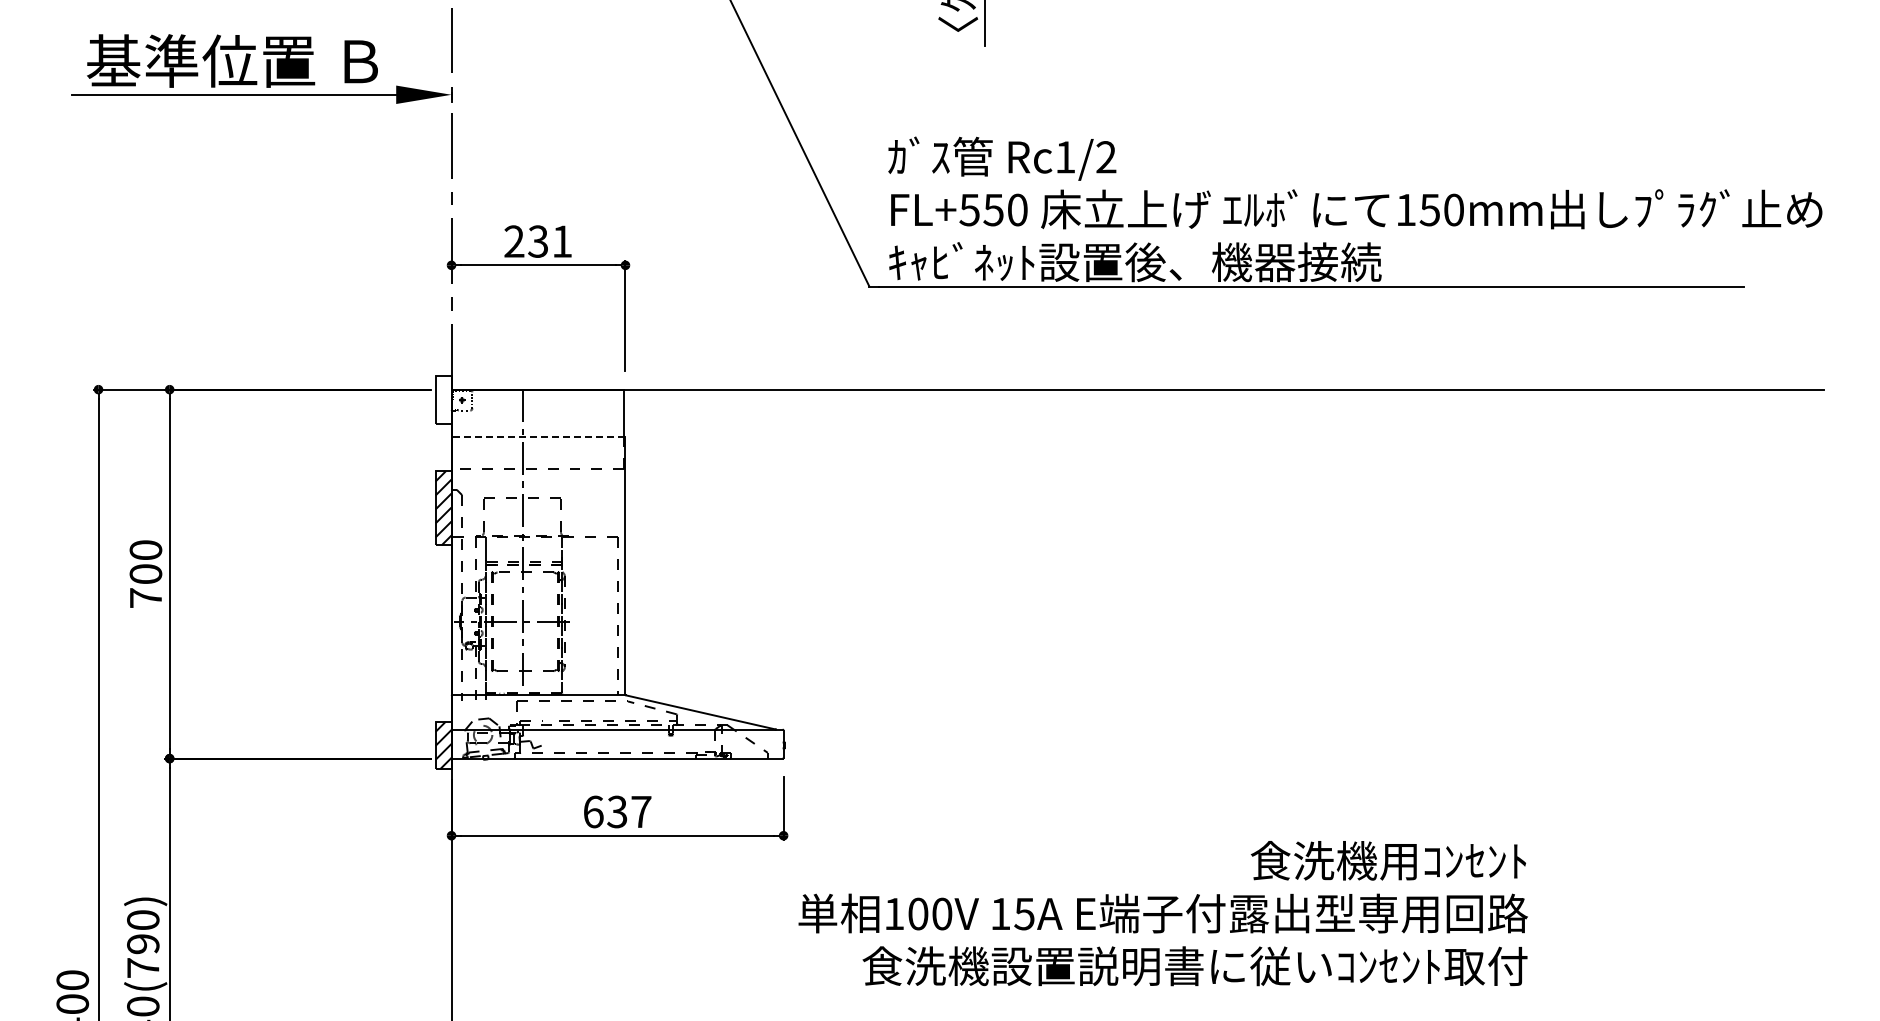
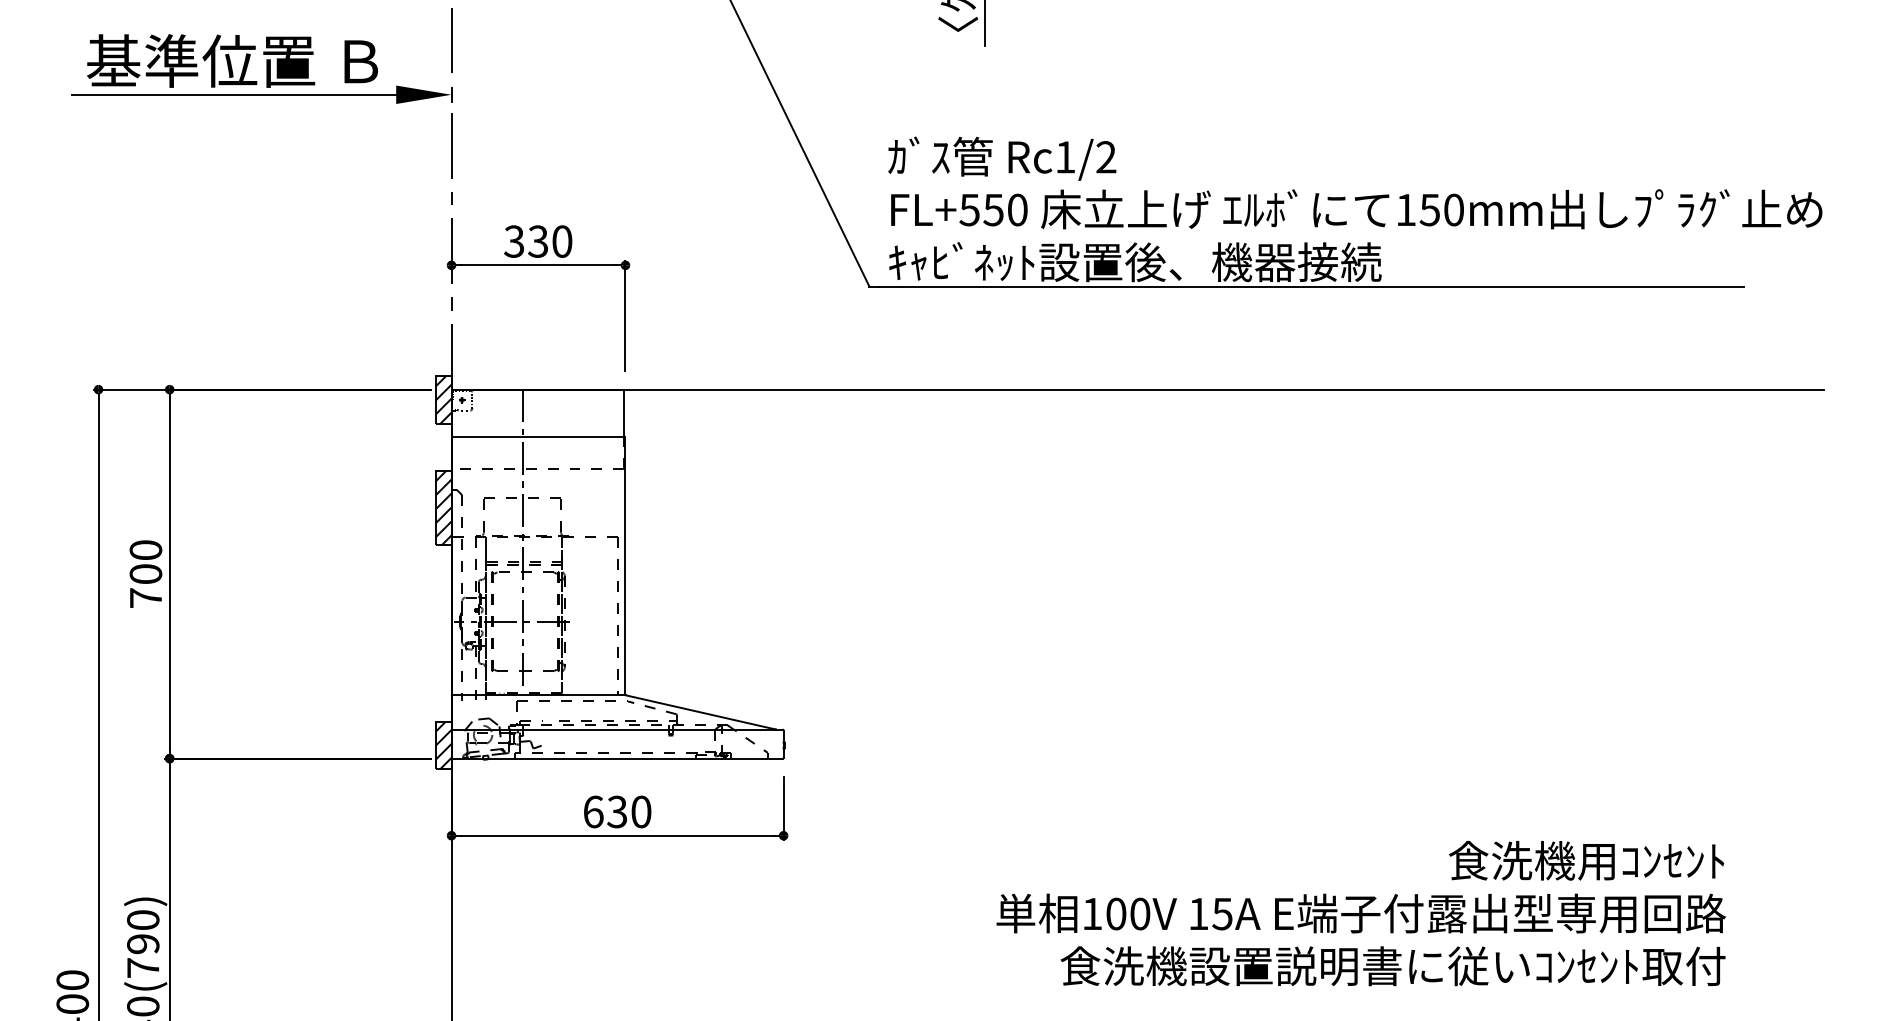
text at (538, 241): 231 -> 330
hatch at (443, 399): none -> present
line at (538, 437): dashed -> solid
text at (641, 811): 637 -> 630
text at (1162, 913) position: (1162, 913) -> (1360, 913)
